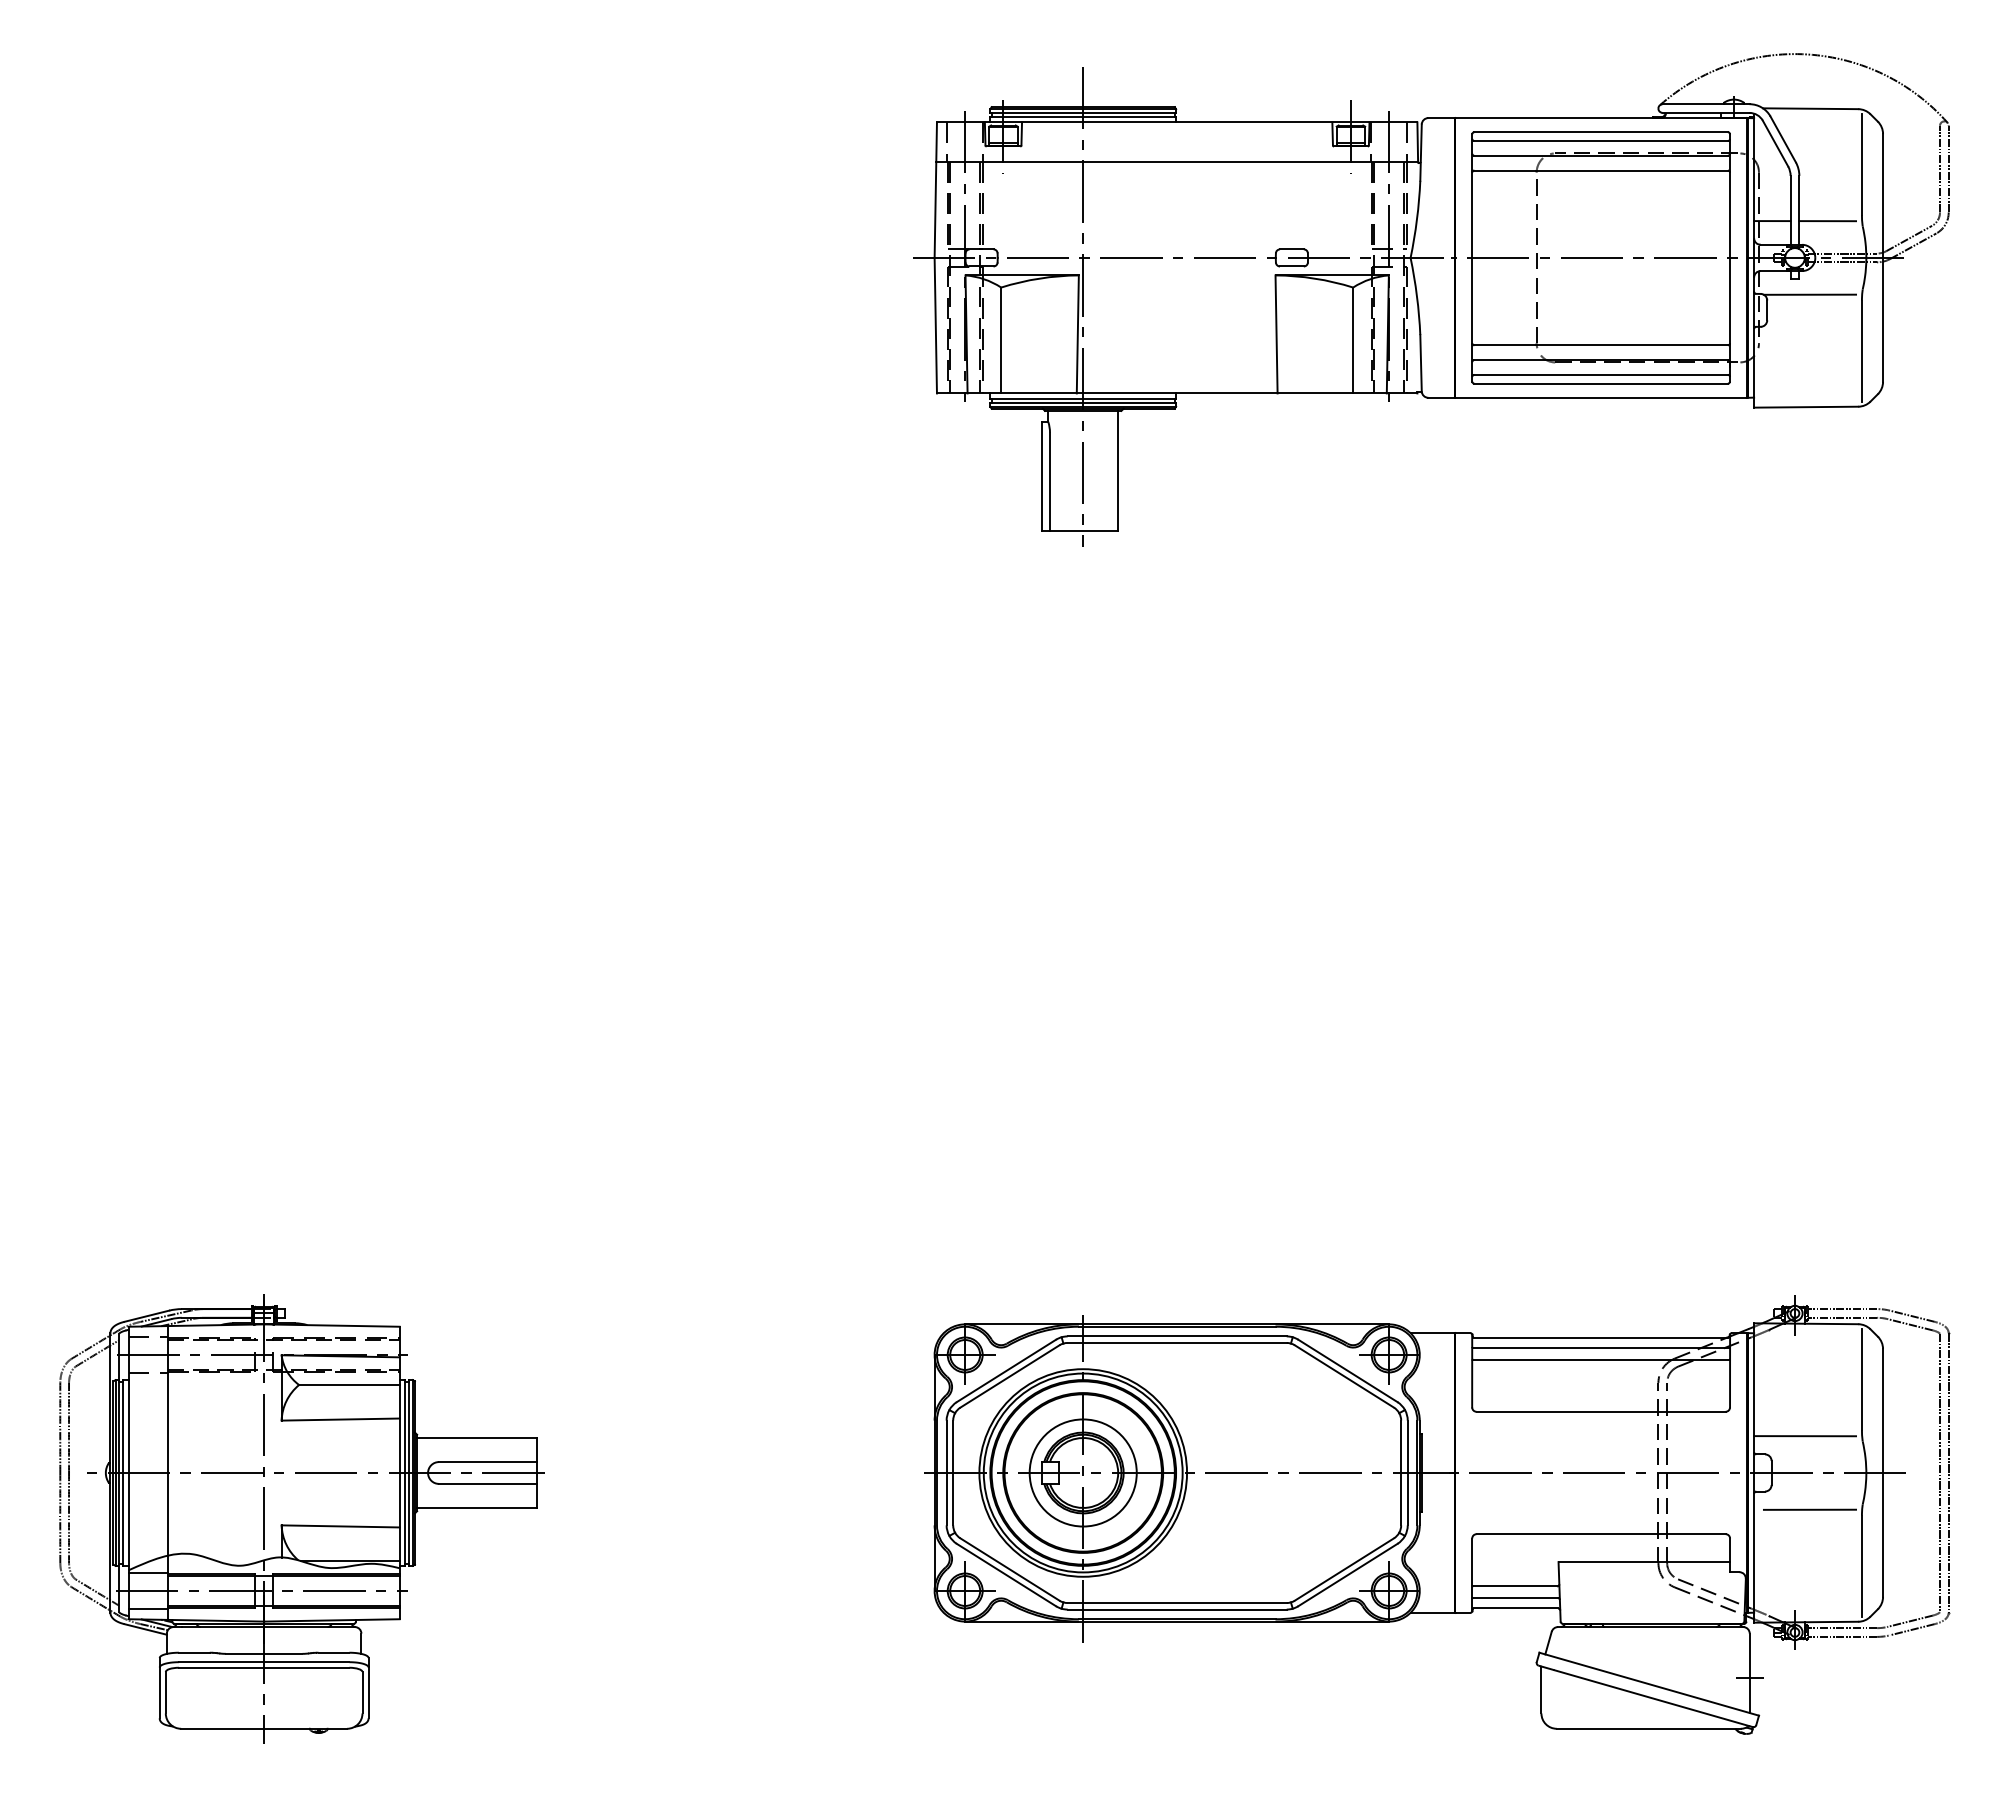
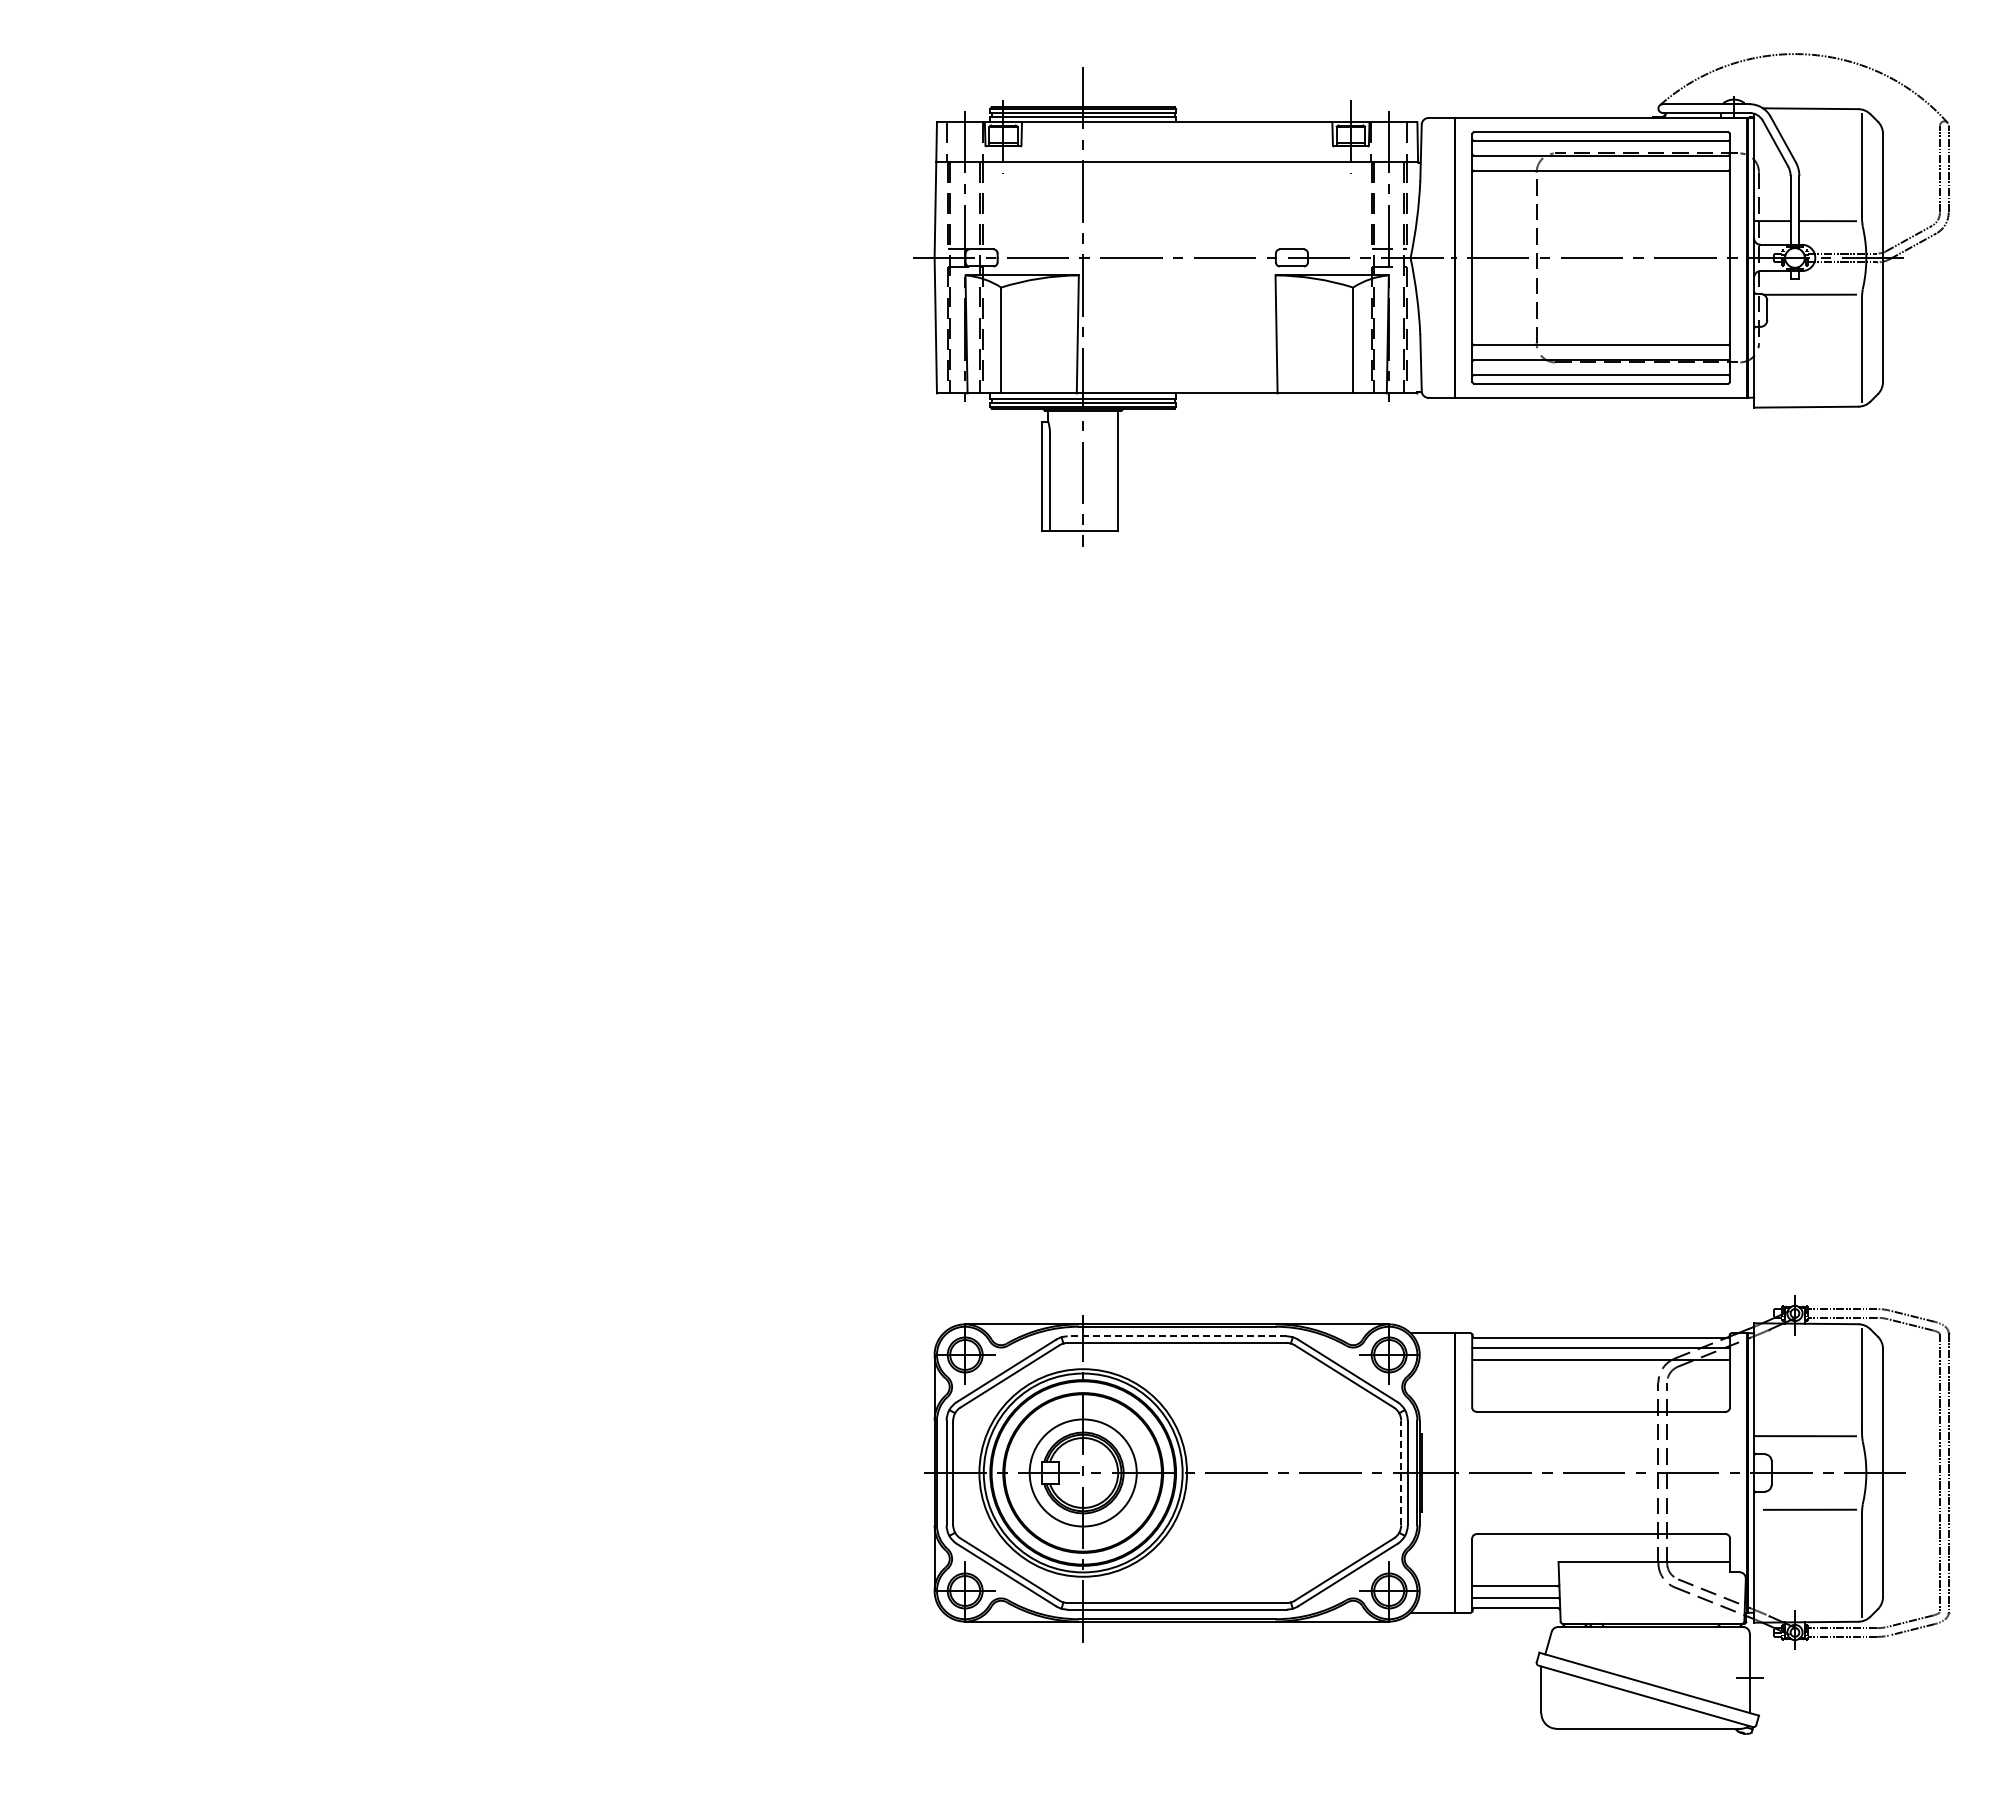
line at (1177, 1336): solid -> dashed
line at (1401, 1472): solid -> dashed
part at (301, 1518): present -> none
